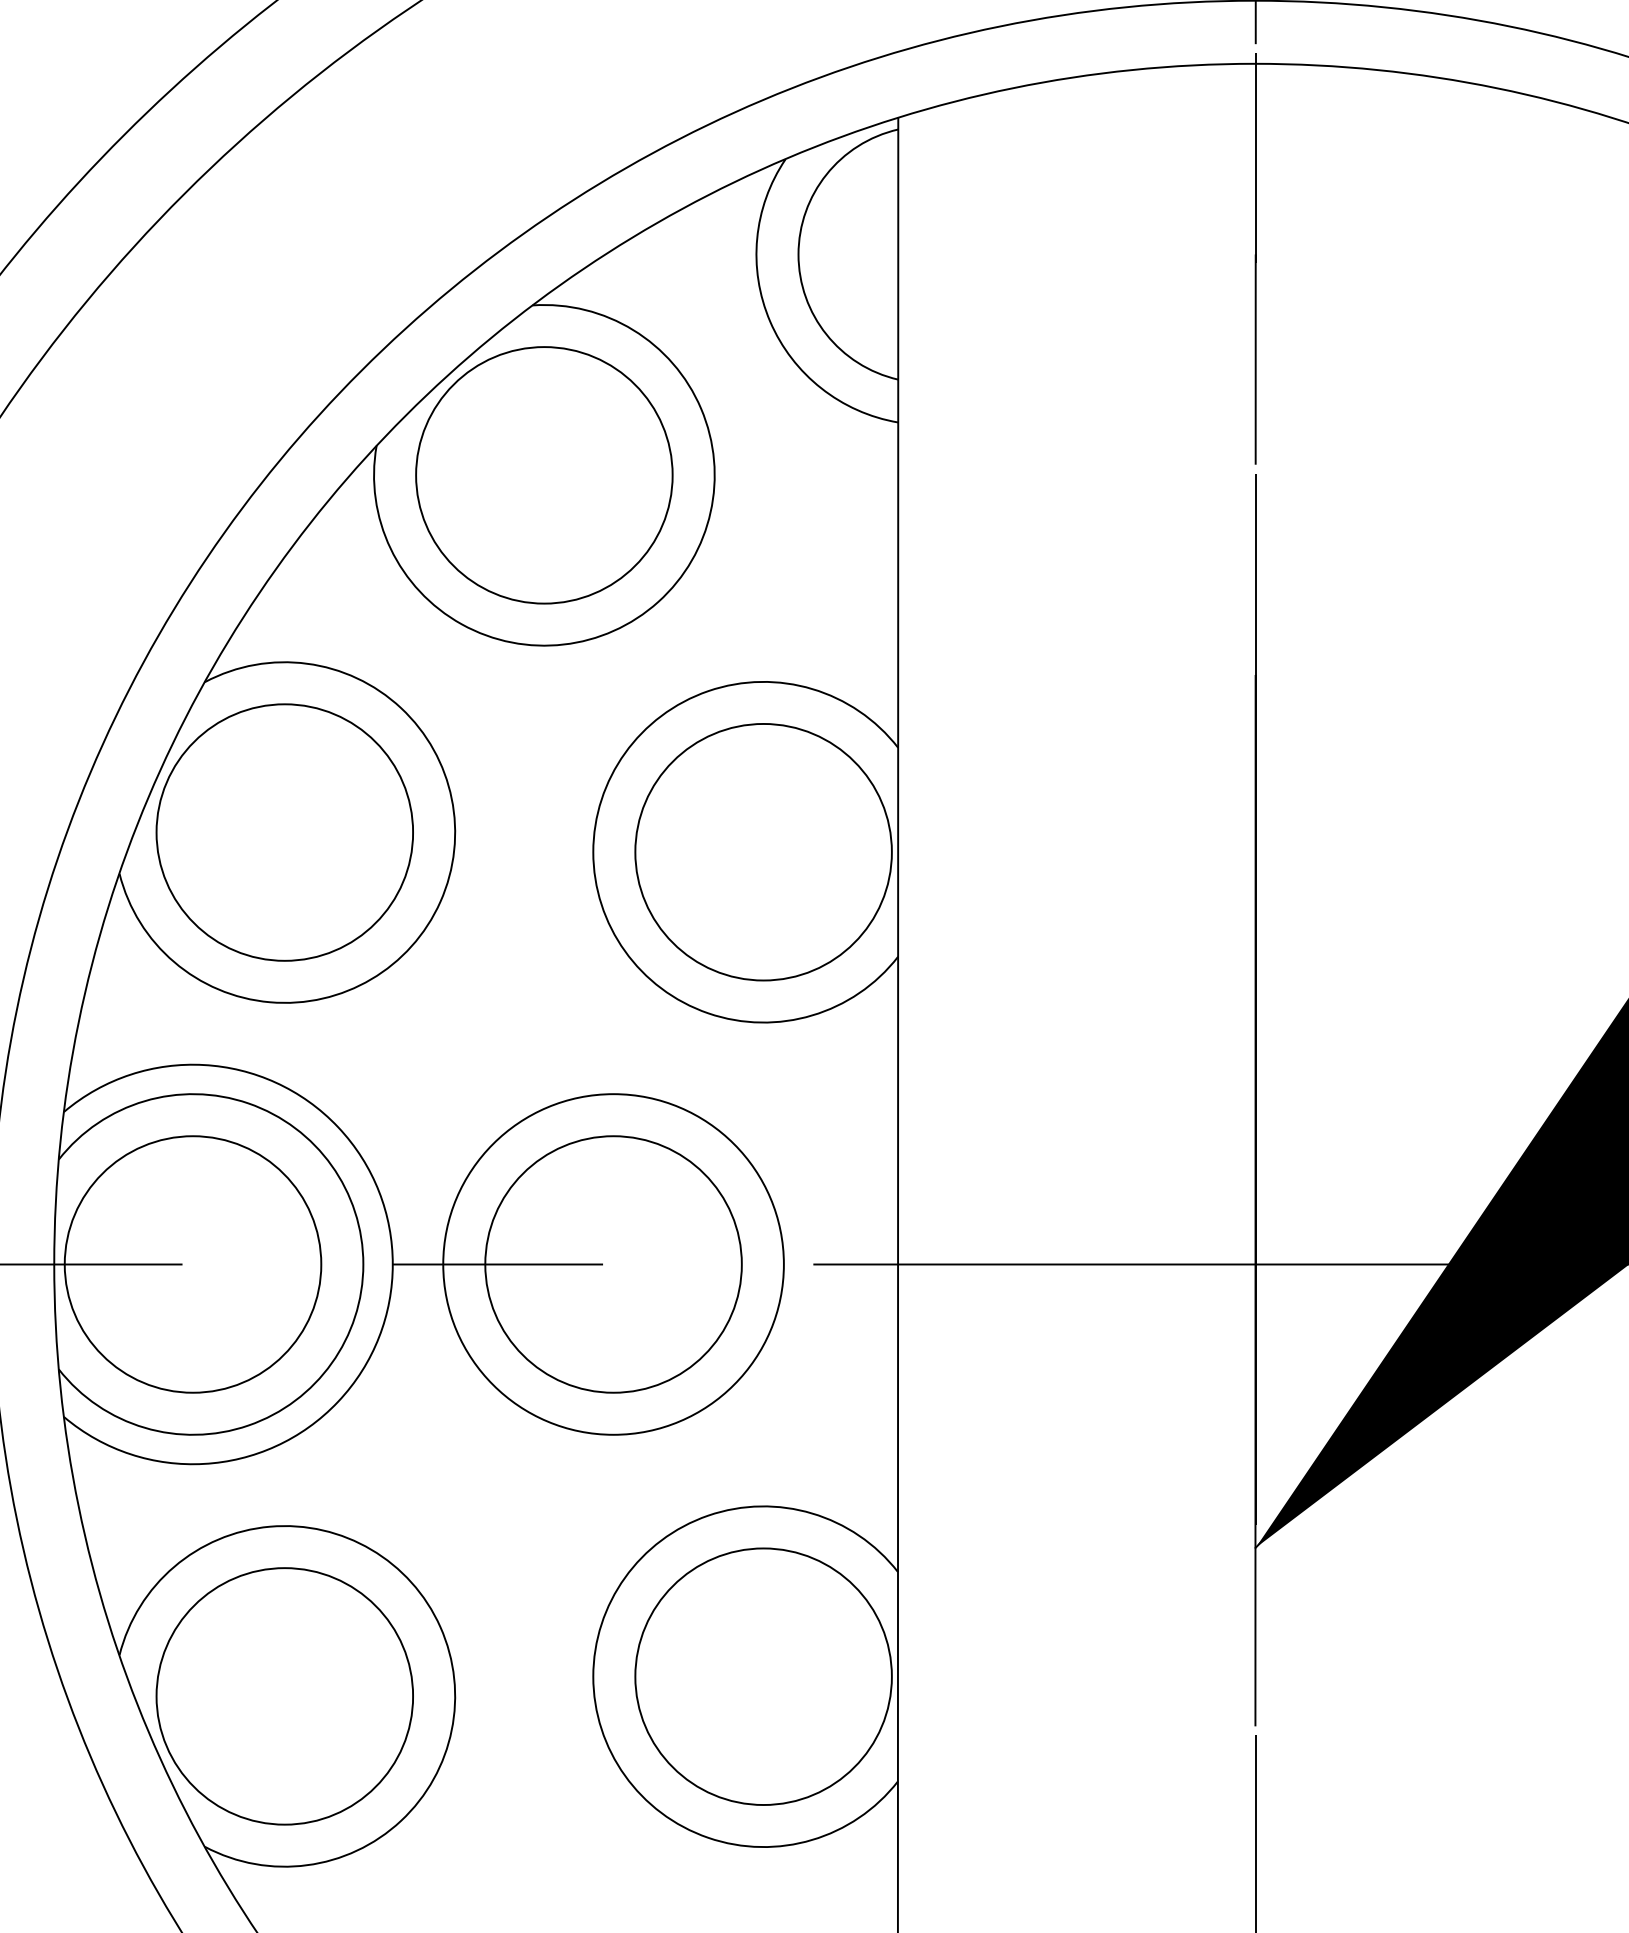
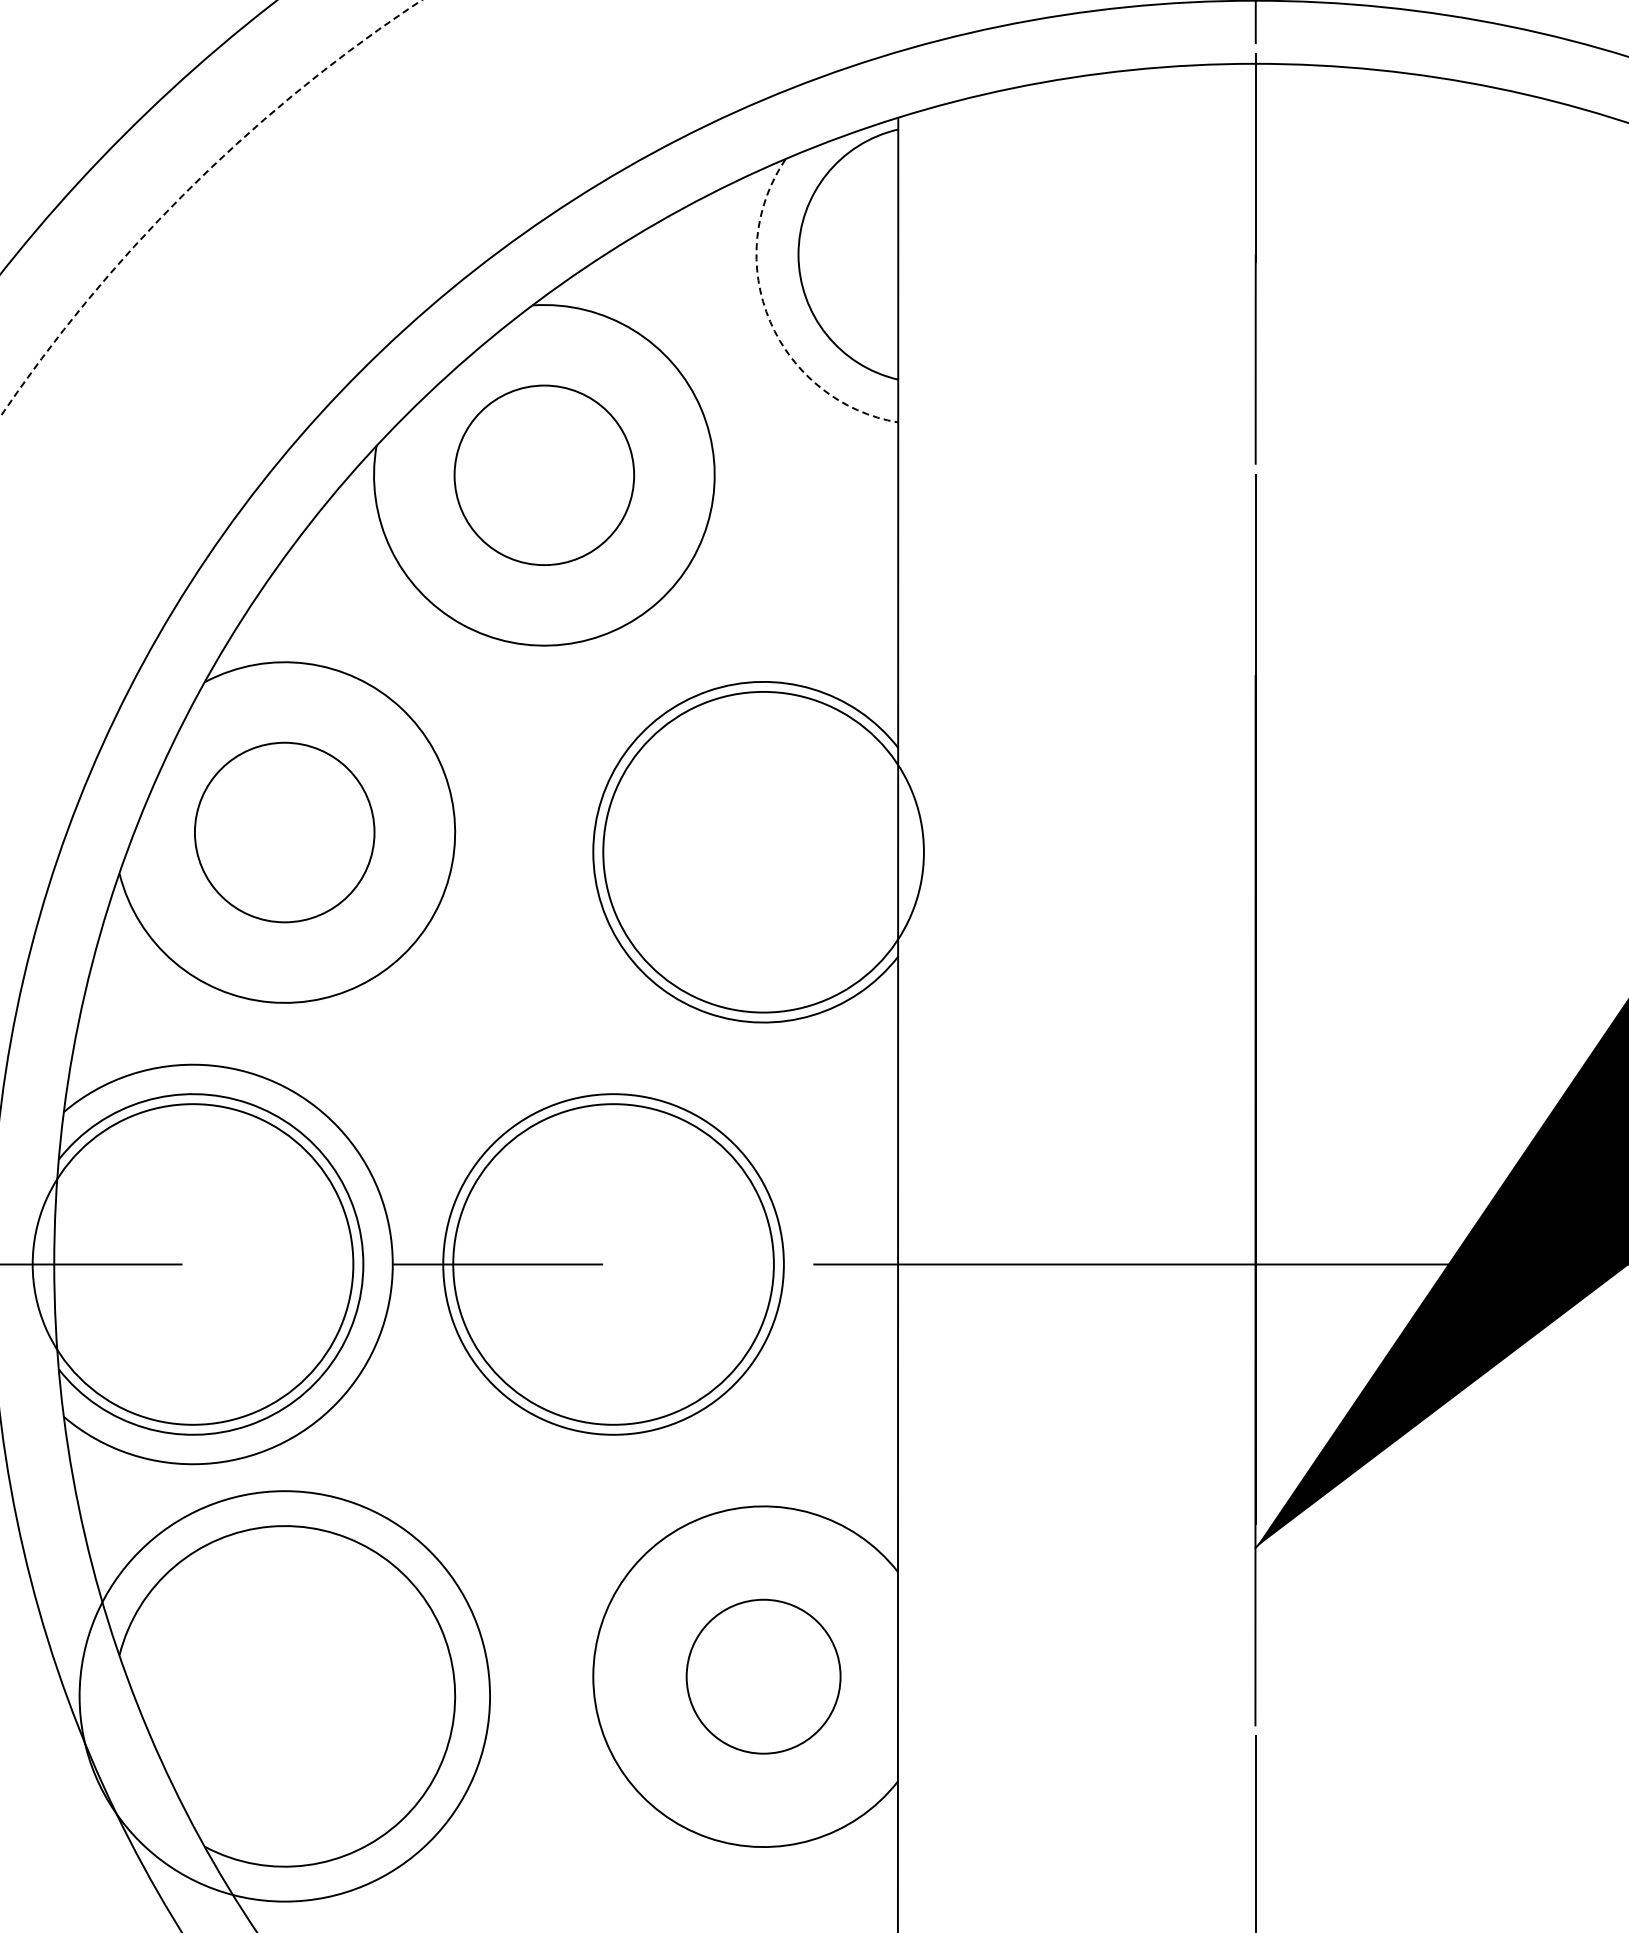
circle at (210, 208): solid -> dashed
arc at (770, 321): solid -> dashed
circle at (544, 475) diameter: 257 px -> 180 px
circle at (284, 832) size: 259x259 px -> 182x183 px
circle at (763, 851) diameter: 257 px -> 321 px
circle at (192, 1264) diameter: 257 px -> 321 px
circle at (613, 1264) diameter: 257 px -> 321 px
circle at (763, 1676) diameter: 257 px -> 154 px
circle at (284, 1696) diameter: 257 px -> 410 px
